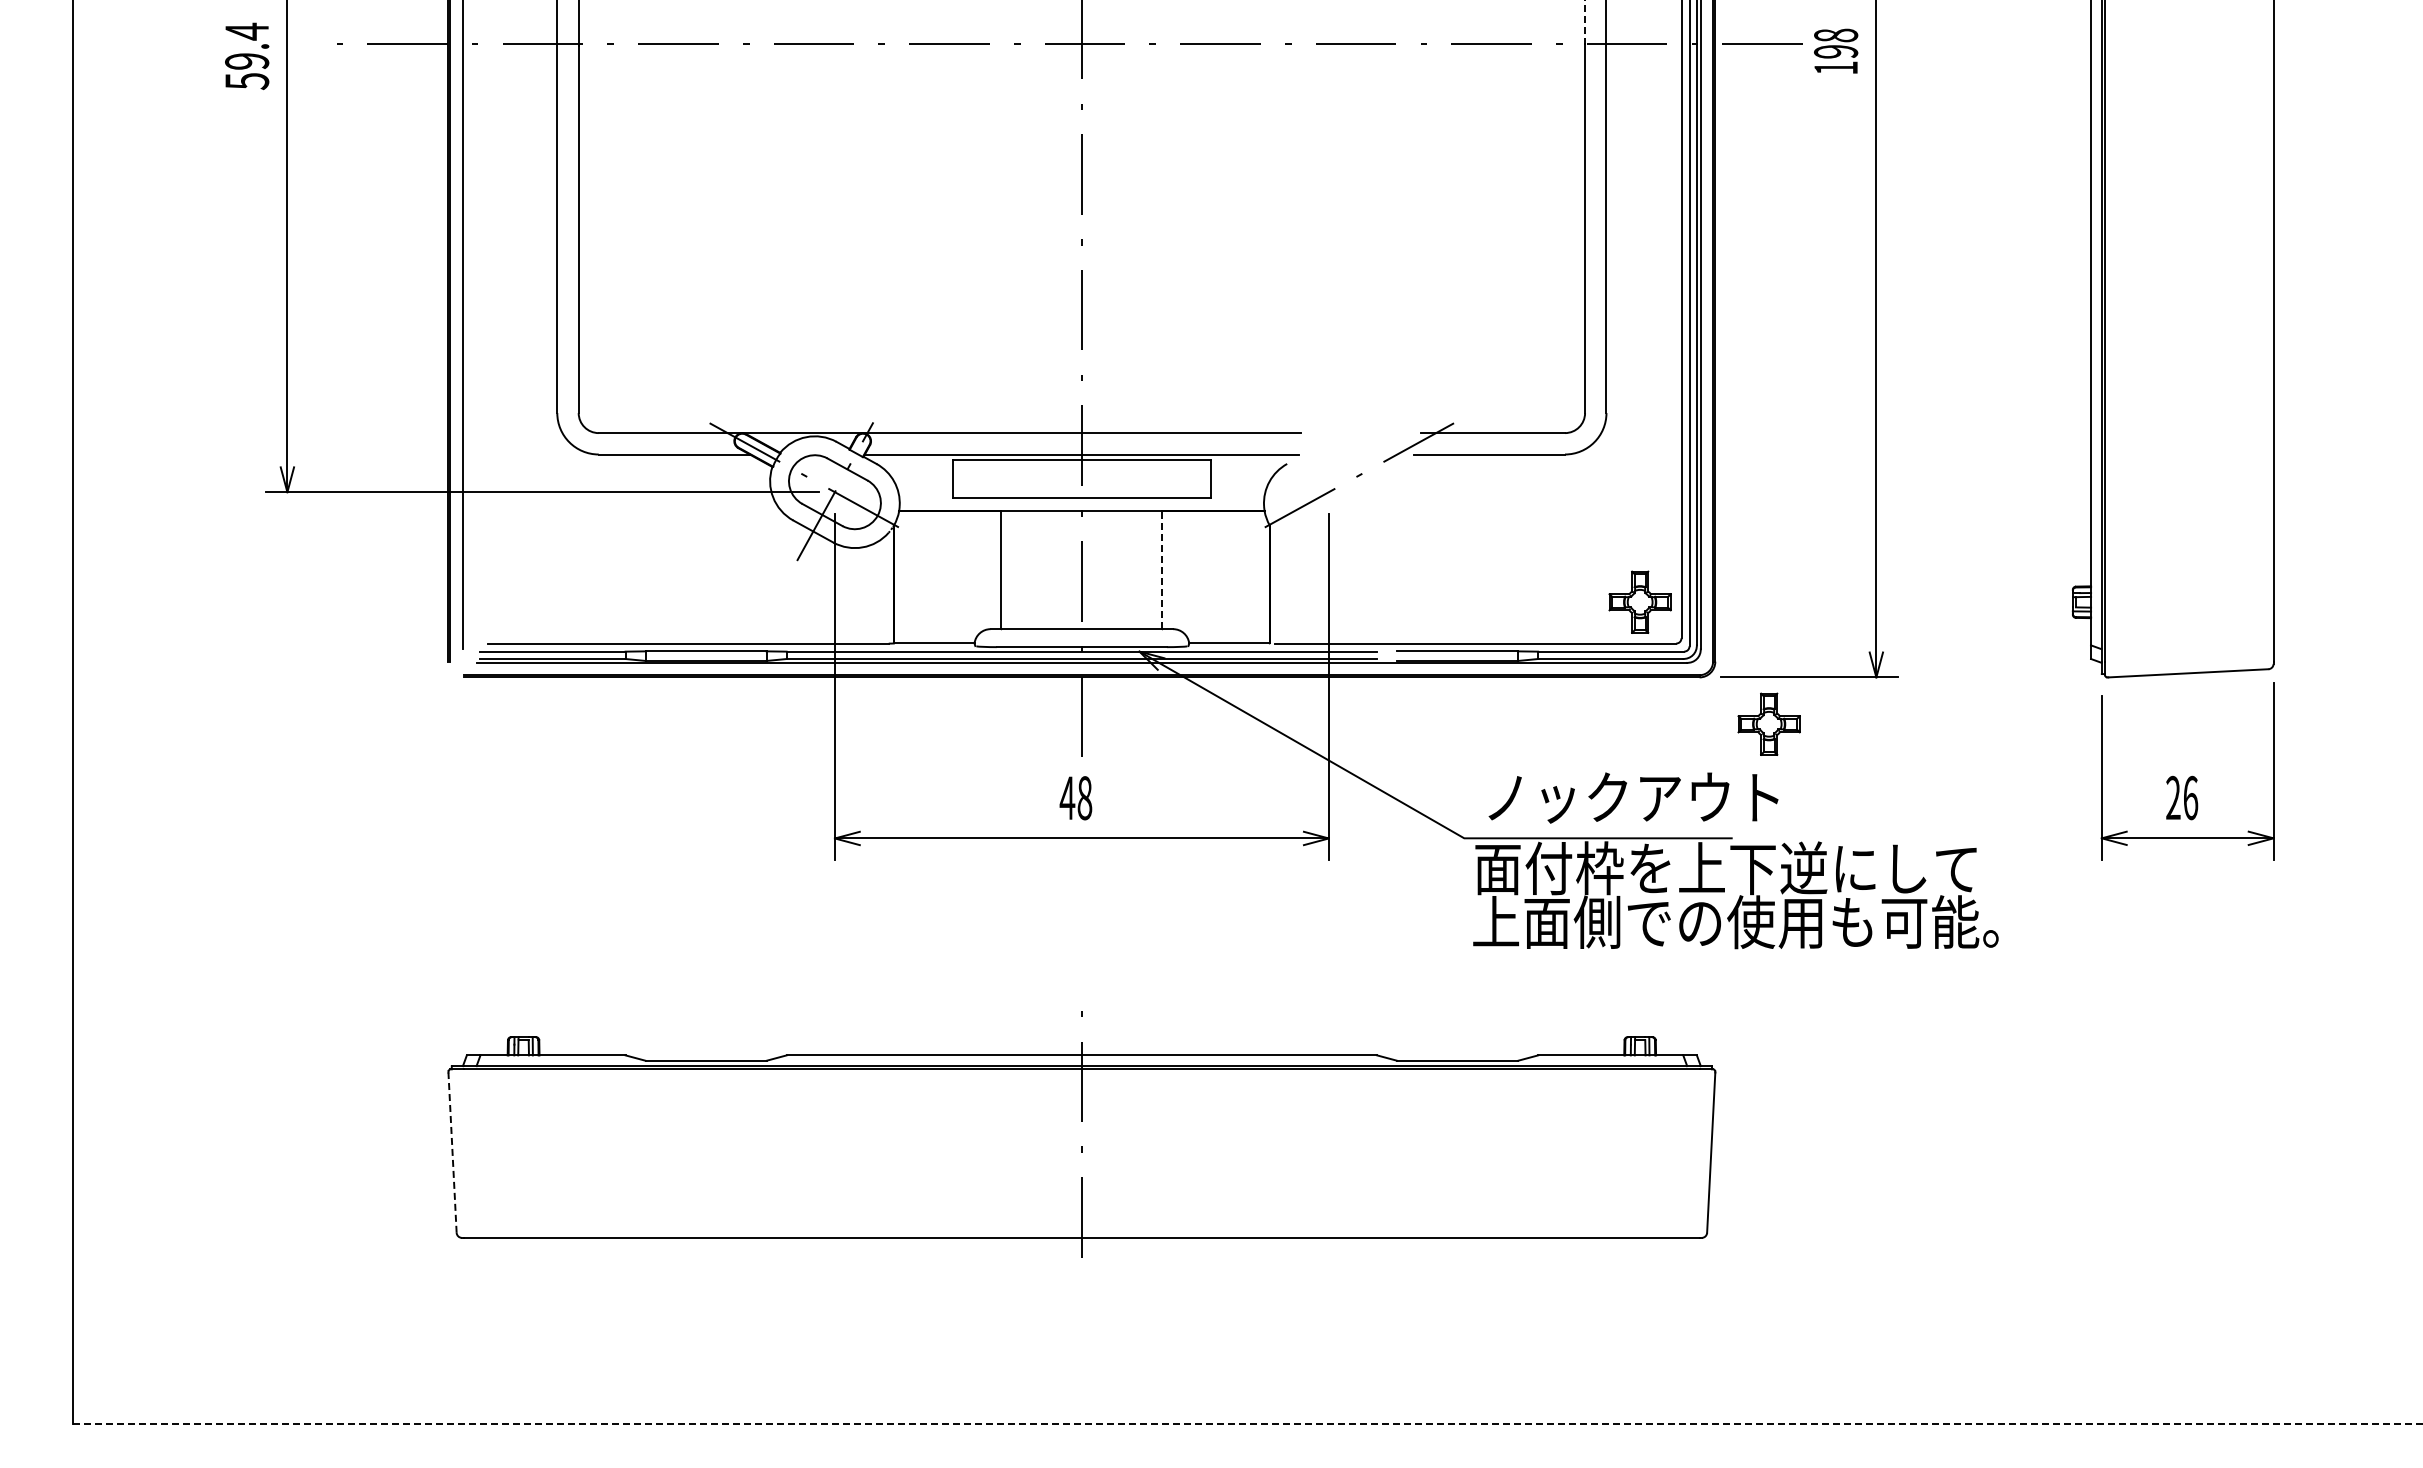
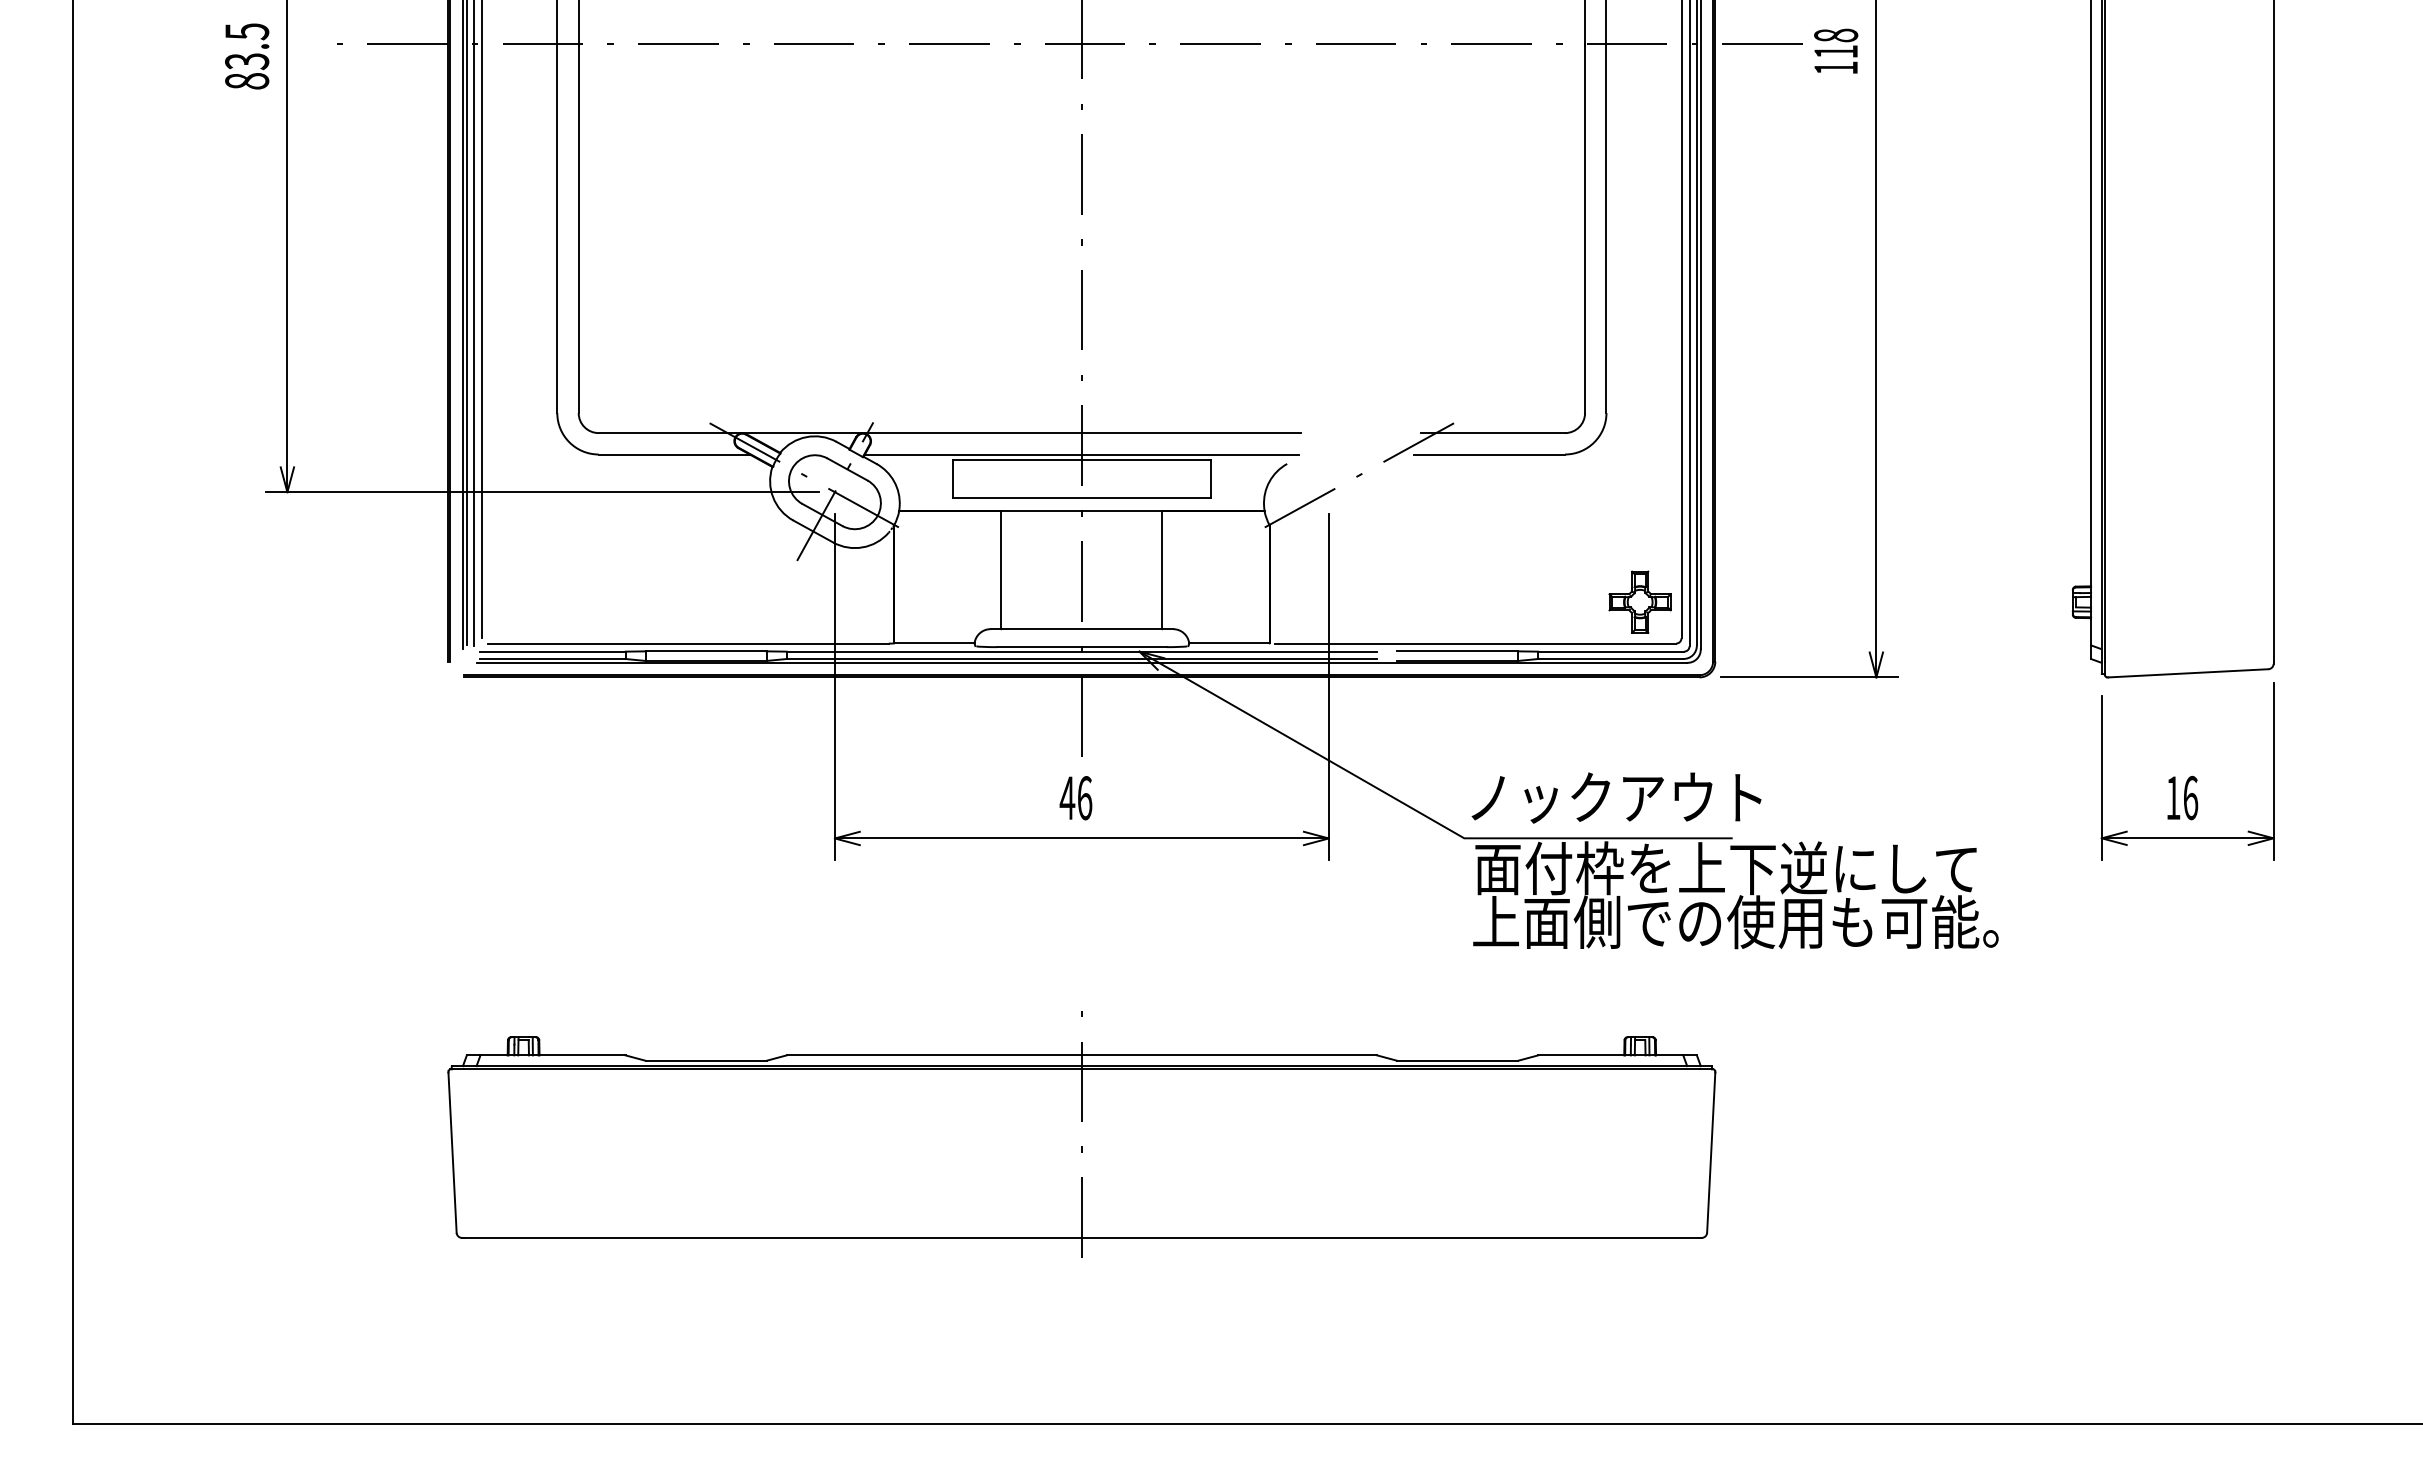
line at (1585, 23): dashed -> solid
text at (1836, 51): 198 -> 118
text at (247, 56): 59.4 -> 83.5
line at (482, 320): none -> present
line at (466, 323): none -> present
line at (474, 324): none -> present
line at (1162, 570): dashed -> solid
part at (1768, 723): present -> none
text at (1633, 797) position: (1633, 797) -> (1616, 797)
text at (2173, 797): 26 -> 16
text at (1084, 798): 48 -> 46
line at (452, 1152): dashed -> solid
line at (1247, 1424): dashed -> solid
